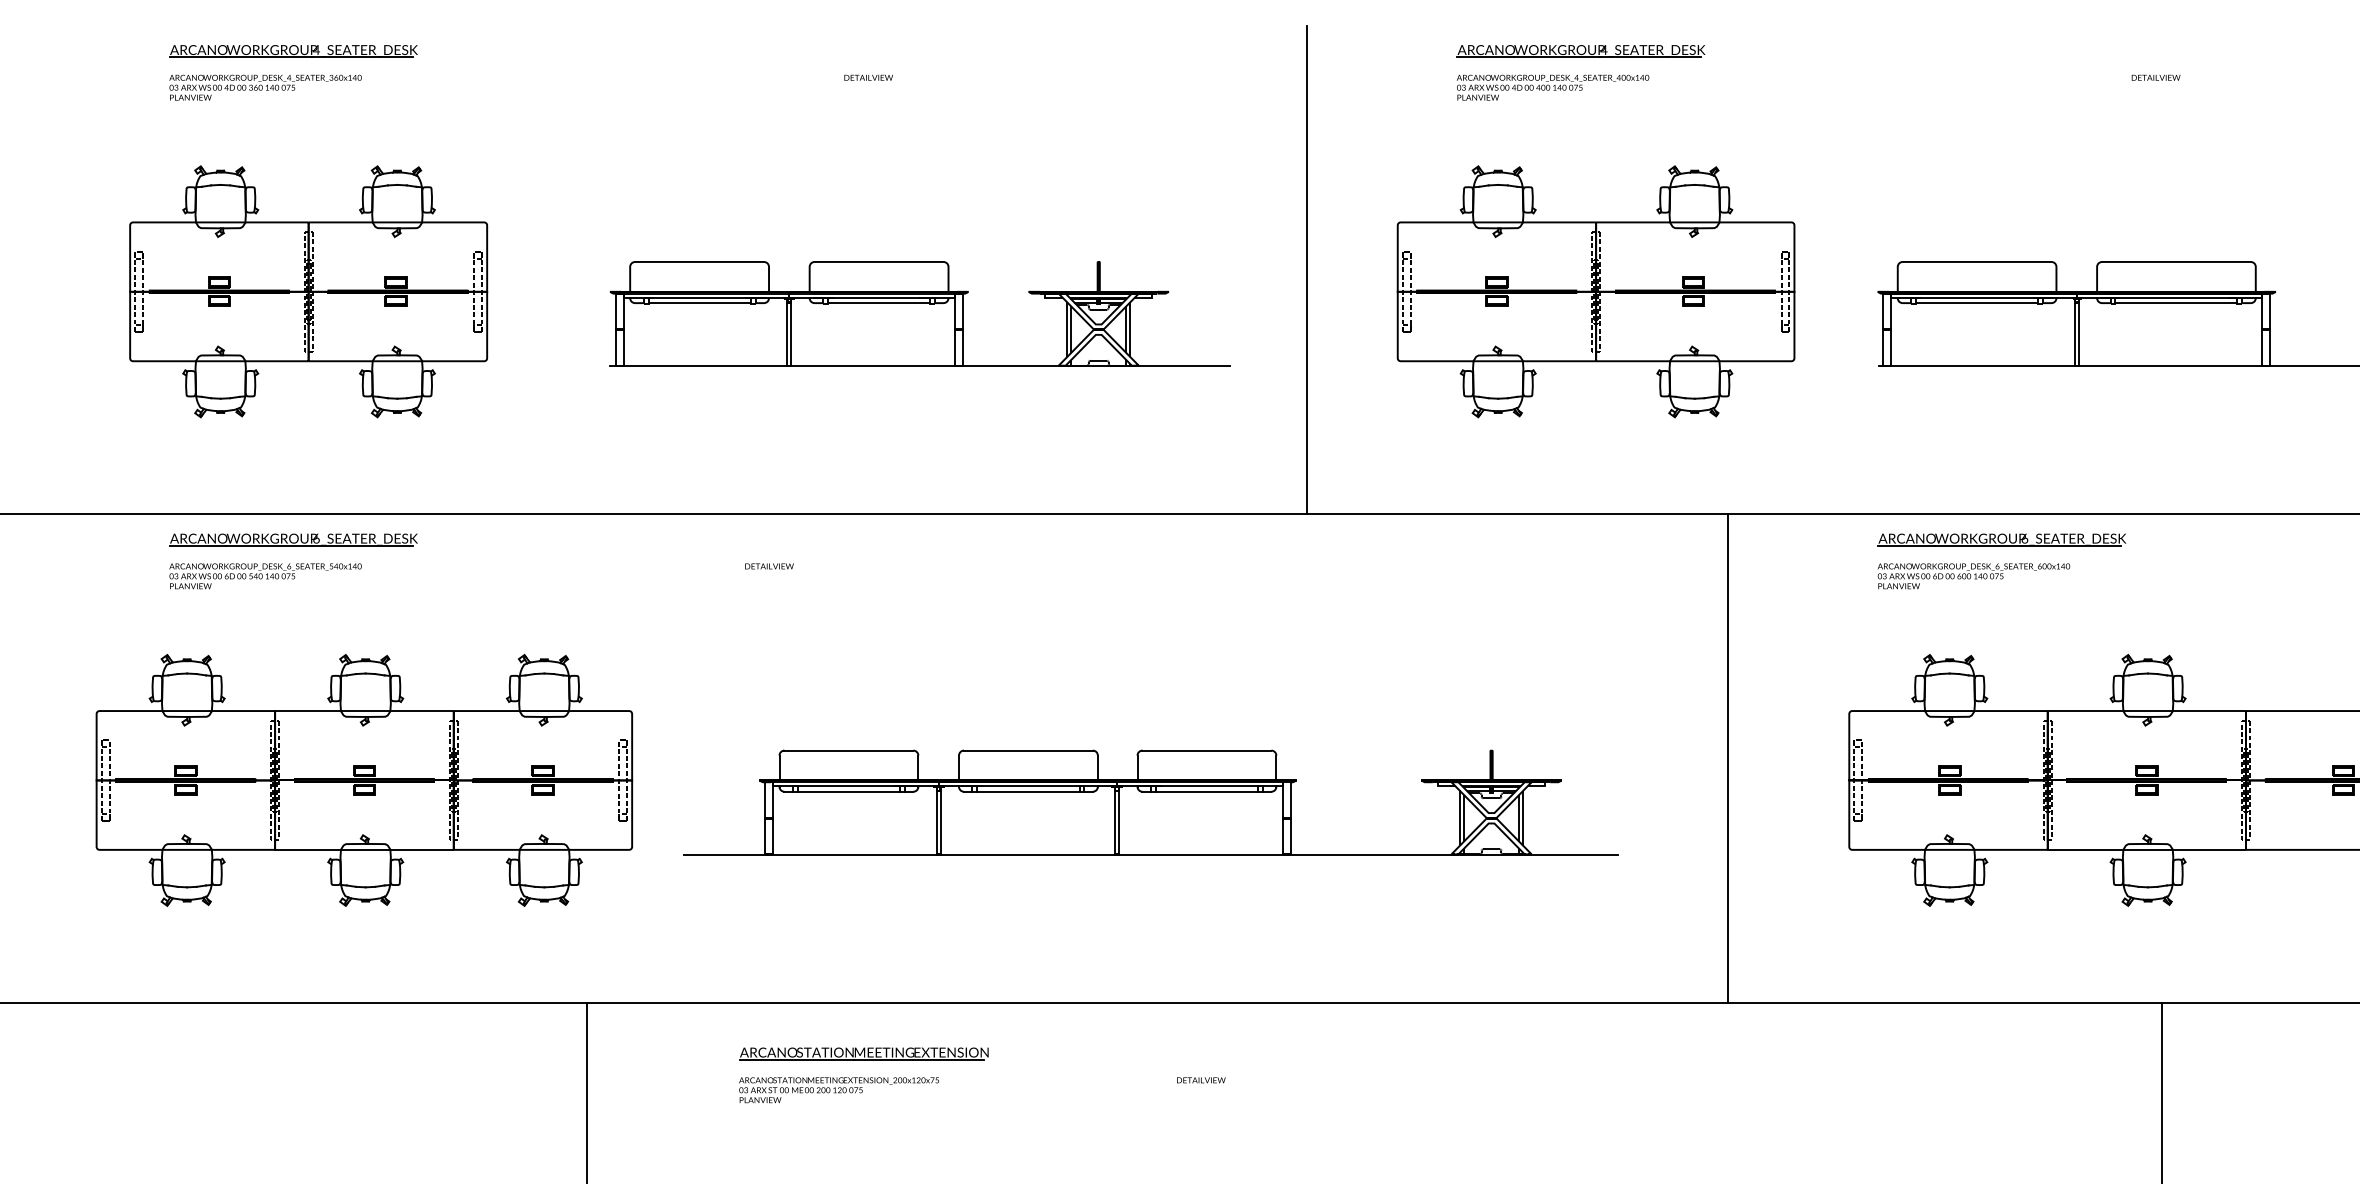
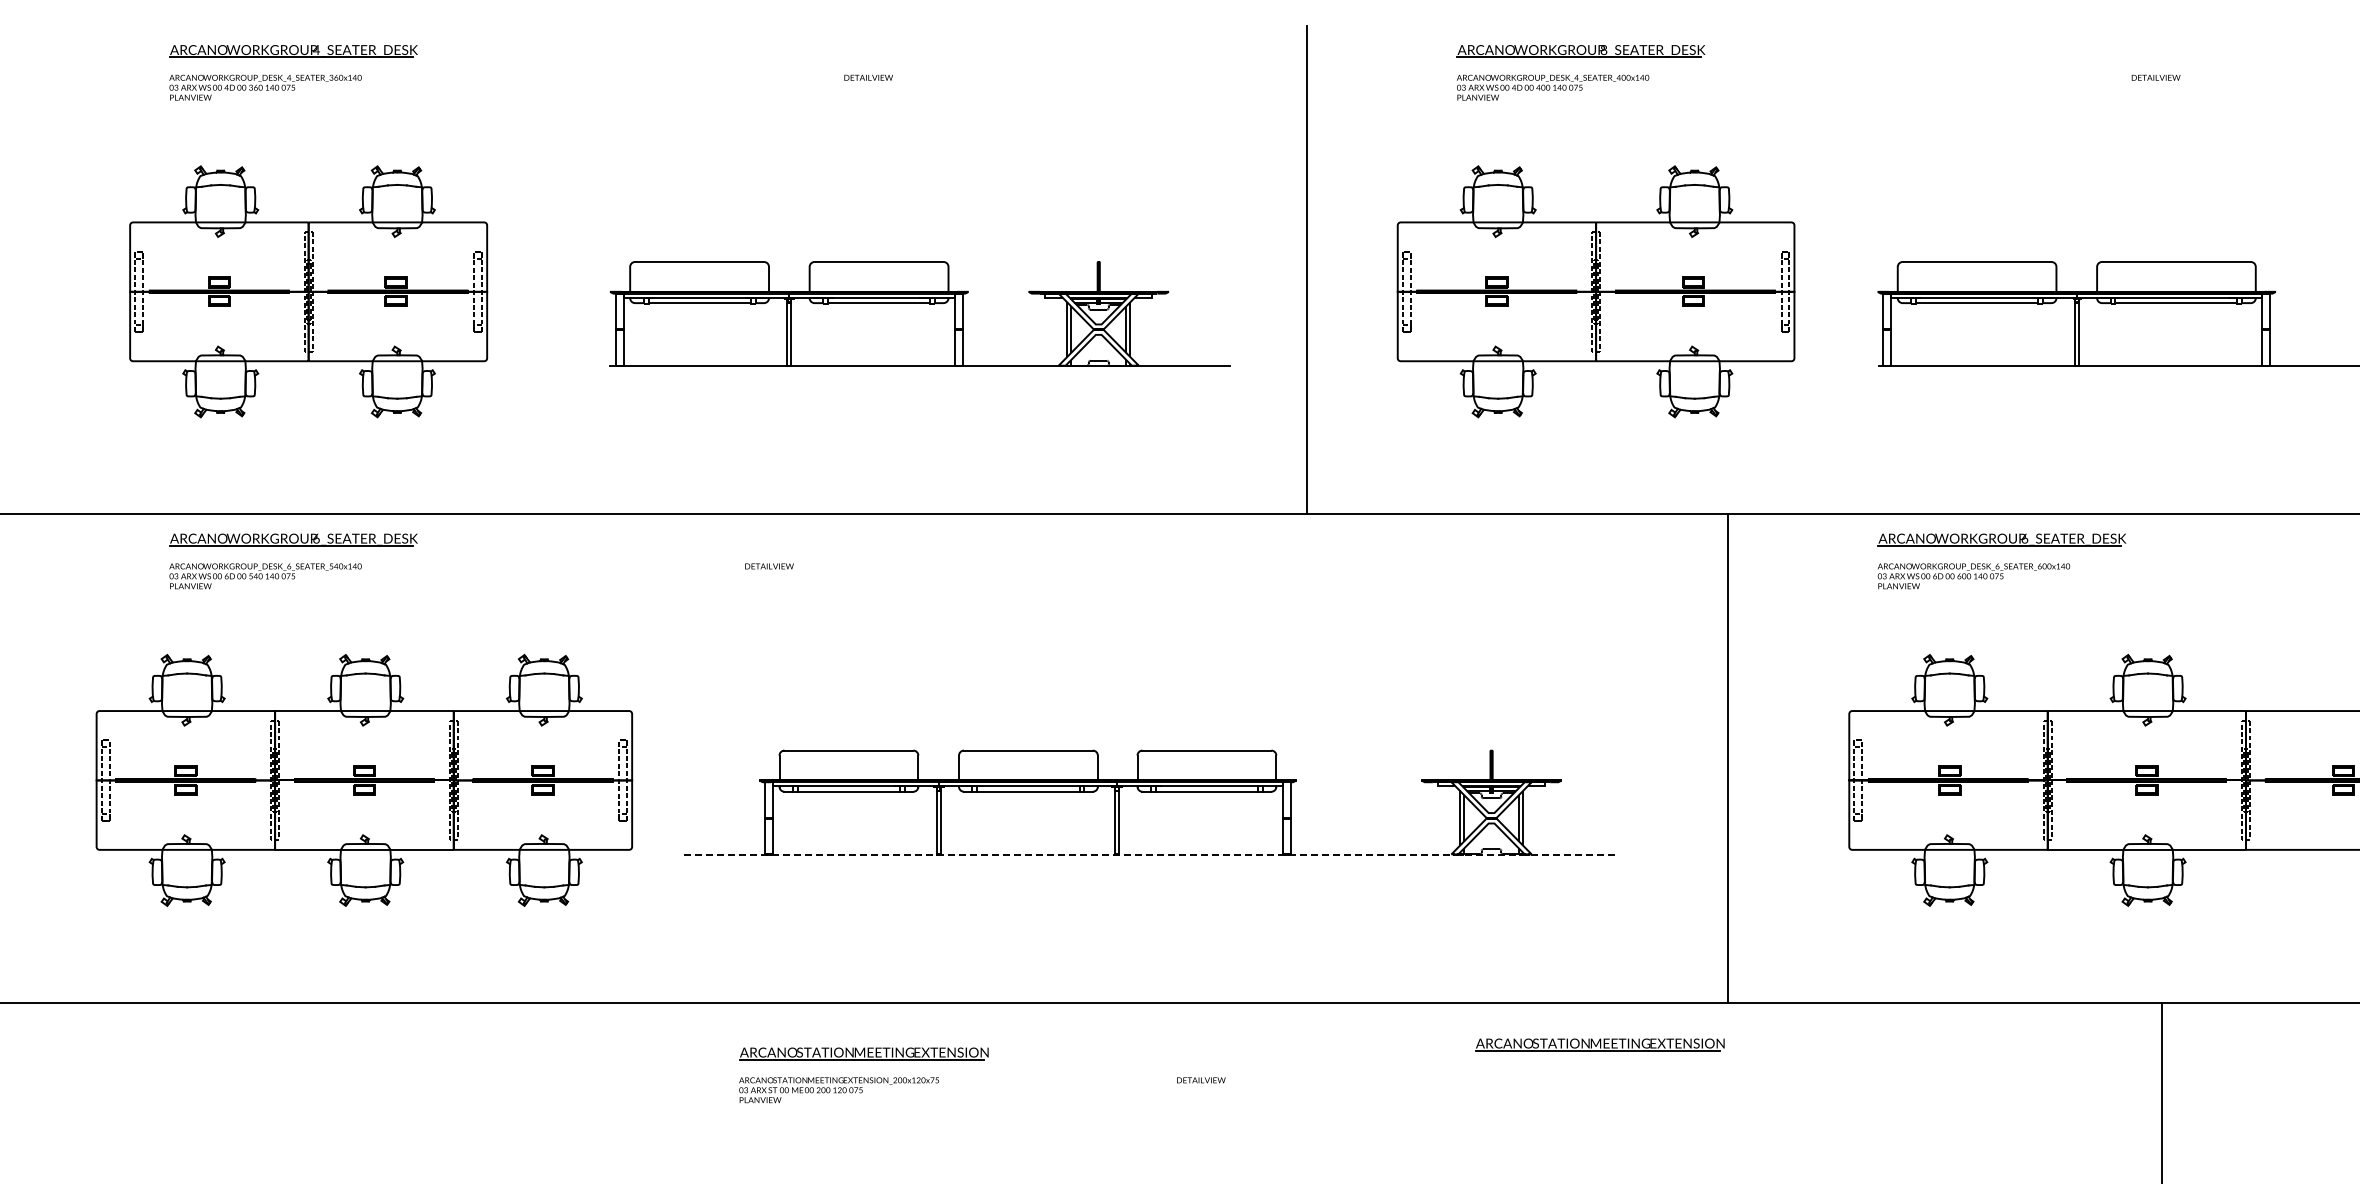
text at (1603, 49): 4_SEATER_DESK -> 8_SEATER_DESK
line at (1150, 854): solid -> dashed
part at (1599, 1044): none -> present
line at (587, 1091): present -> none
